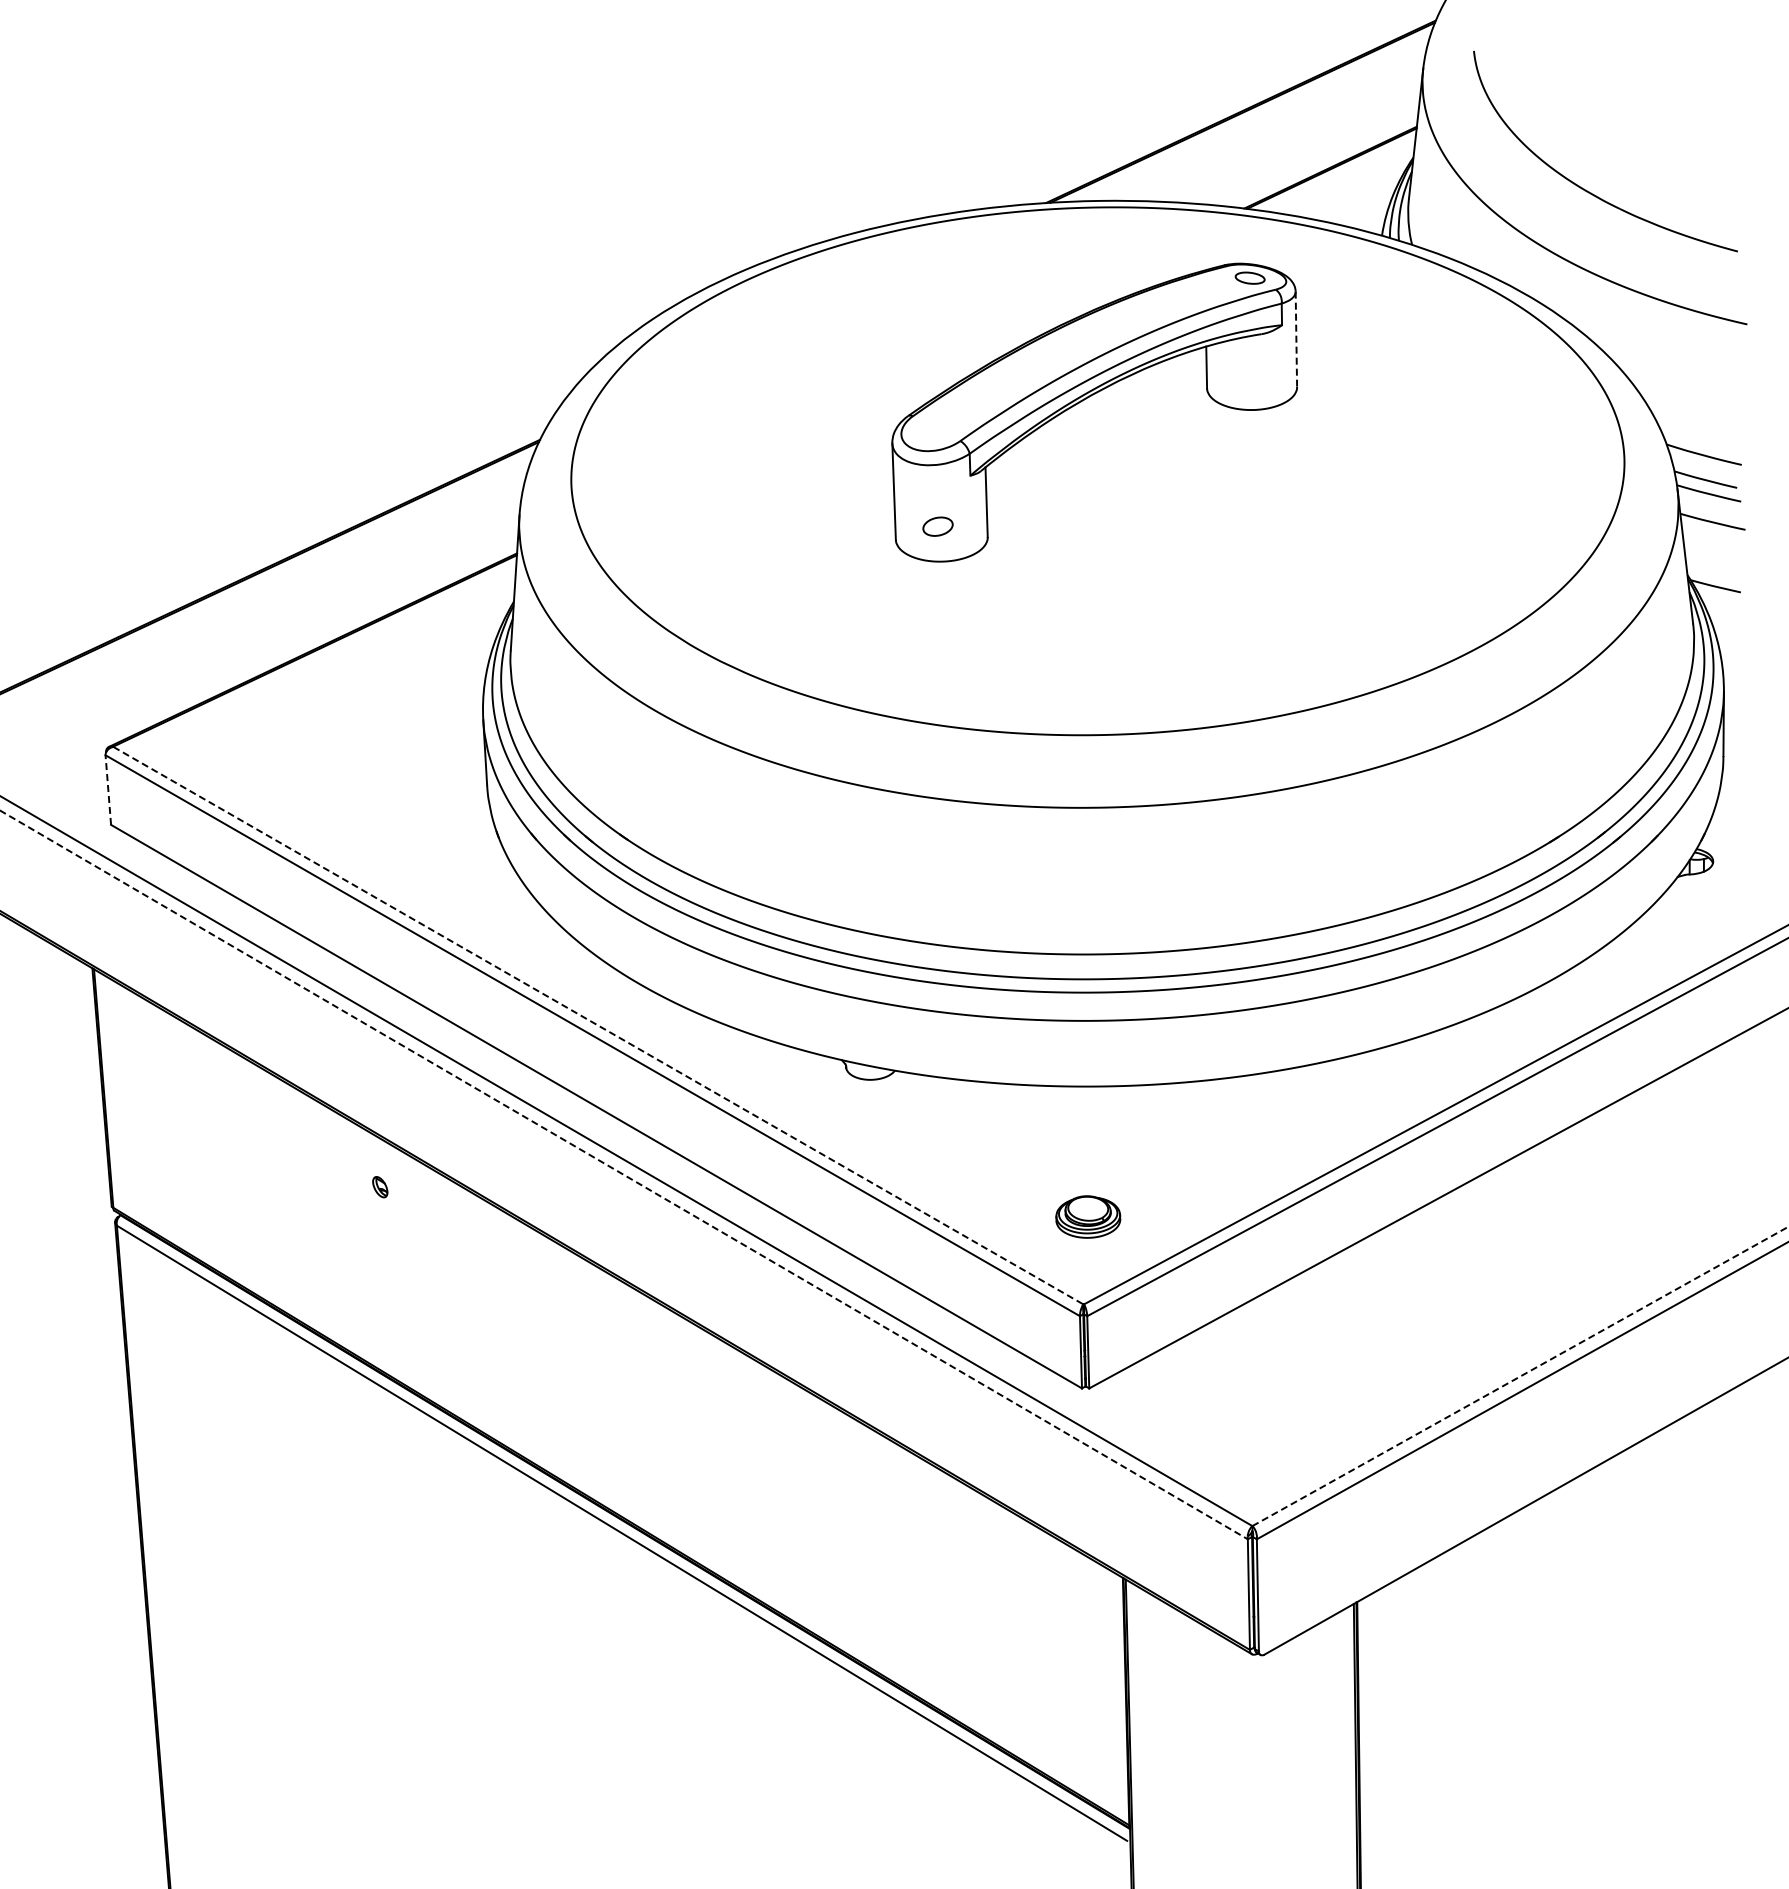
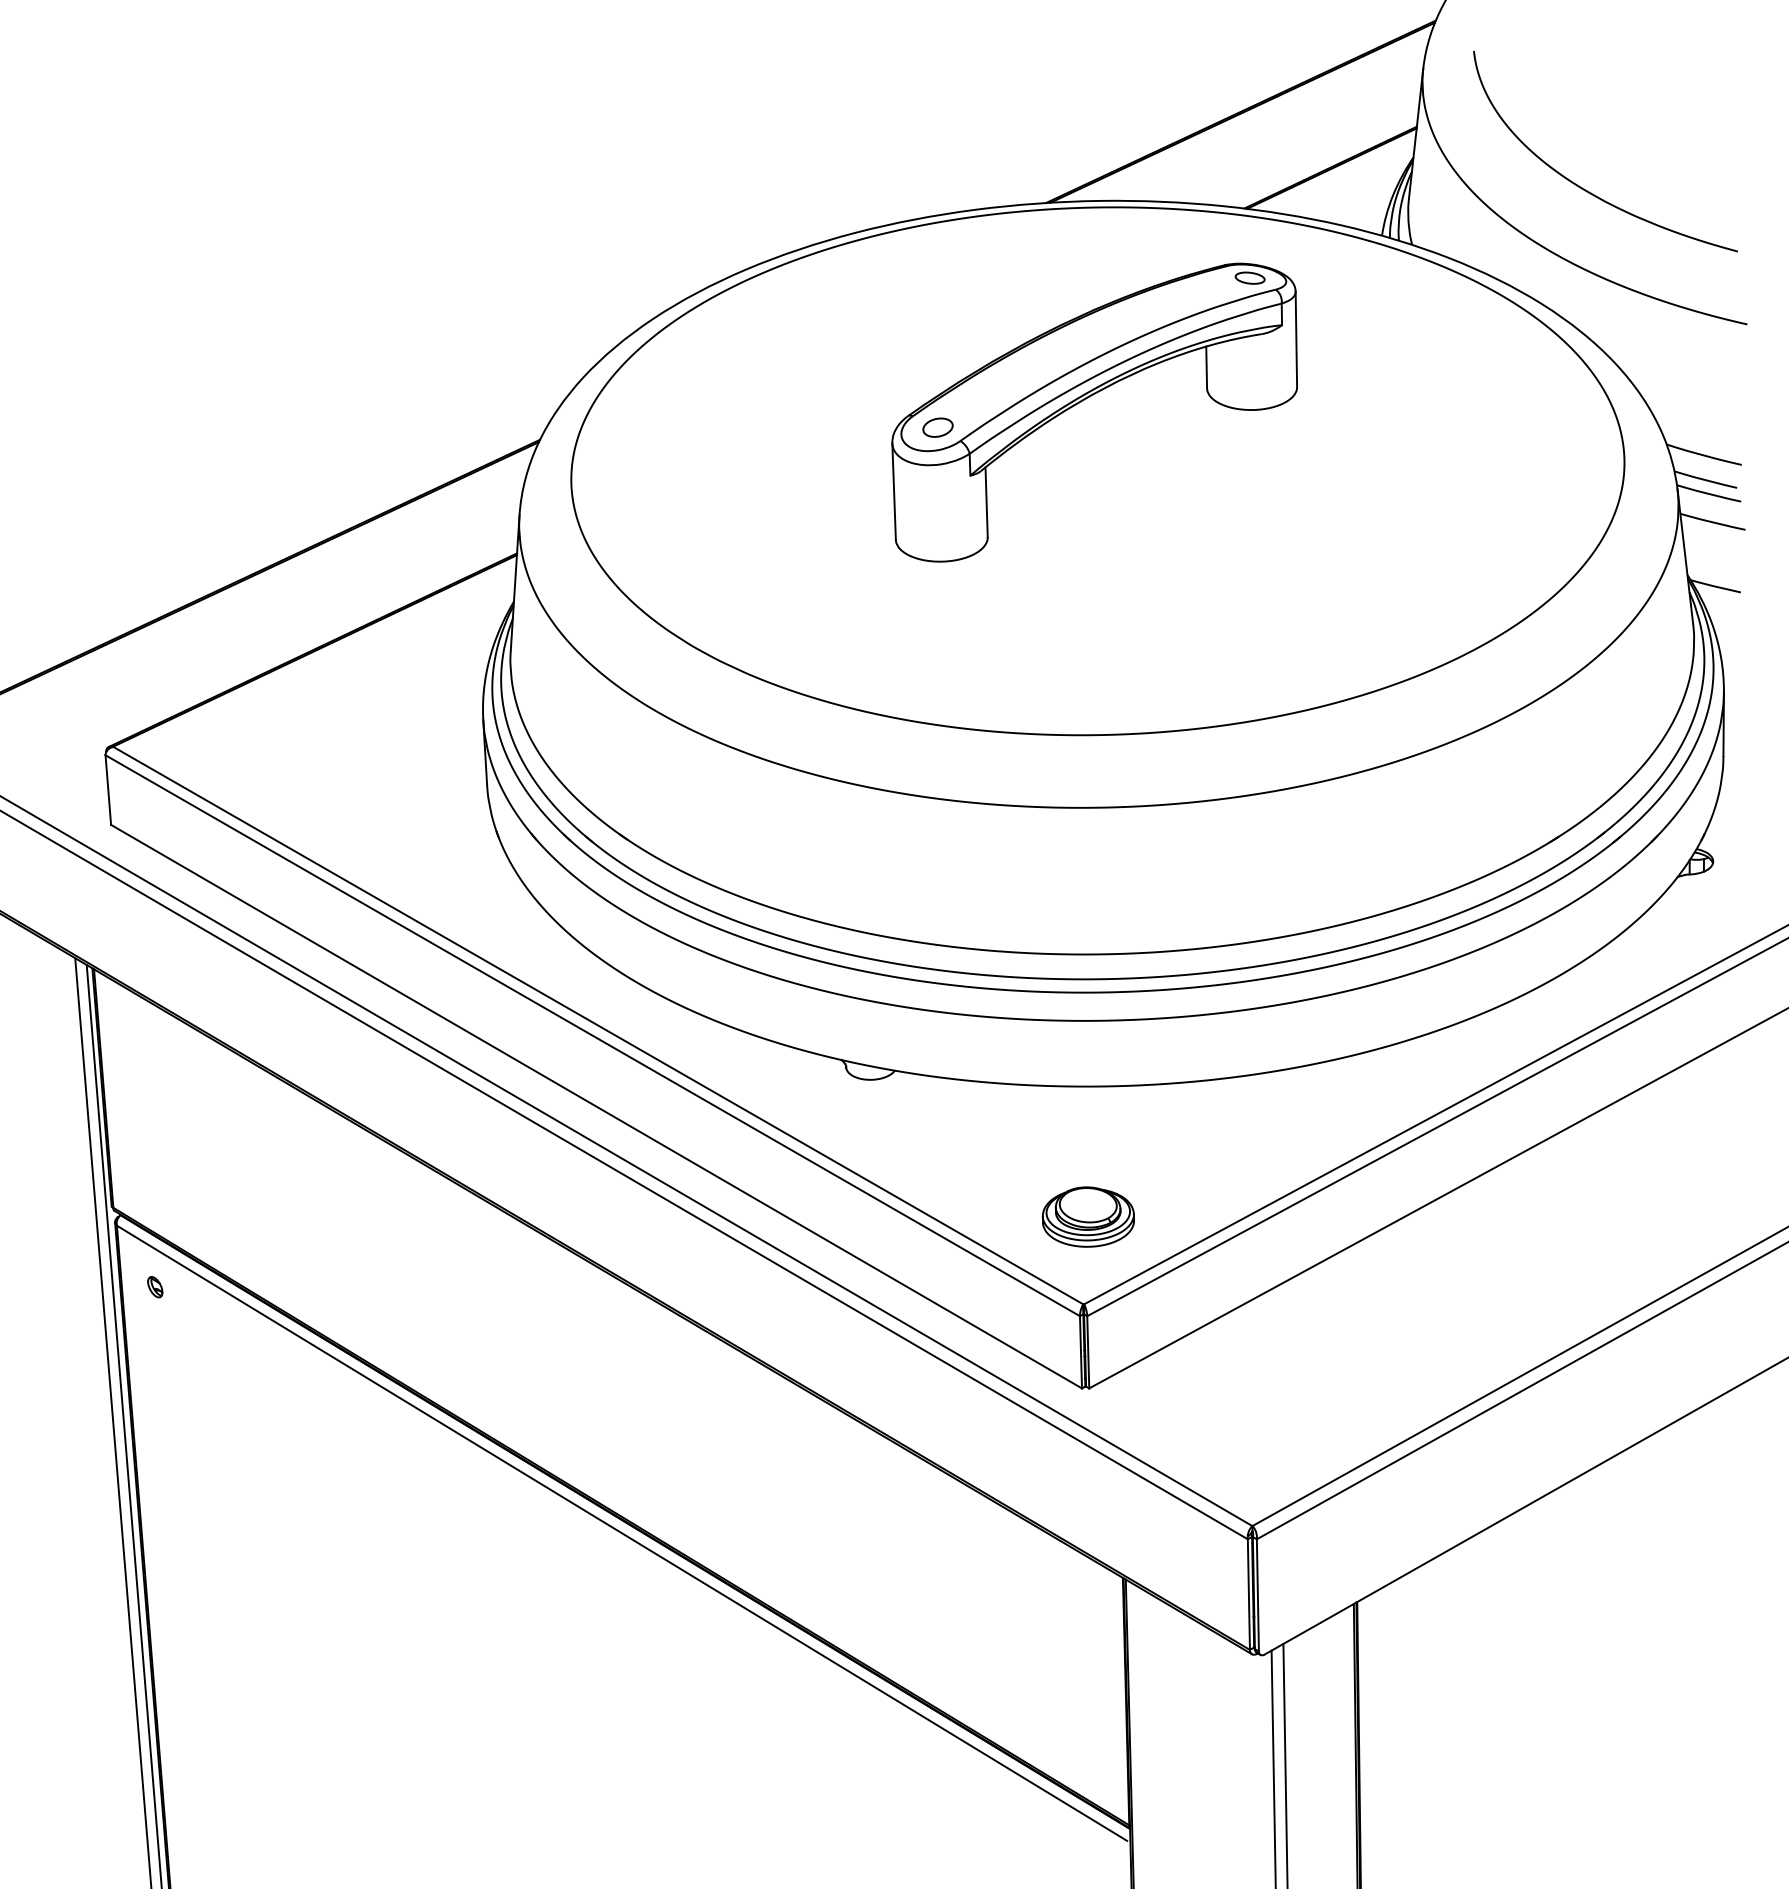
line at (1296, 339): dashed -> solid
part at (937, 526) position: (937, 526) -> (937, 427)
line at (108, 790): dashed -> solid
line at (598, 1025): dashed -> solid
line at (624, 1175): dashed -> solid
part at (380, 1187) position: (380, 1187) -> (155, 1287)
part at (1088, 1216) size: 67x44 px -> 94x62 px
line at (1520, 1376): dashed -> solid
line at (113, 1421): none -> present
line at (123, 1424): none -> present
line at (1285, 1764): none -> present
line at (1273, 1767): none -> present
